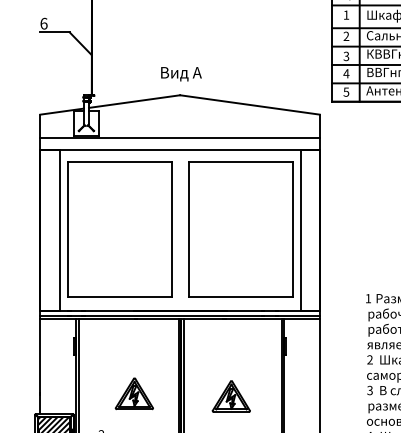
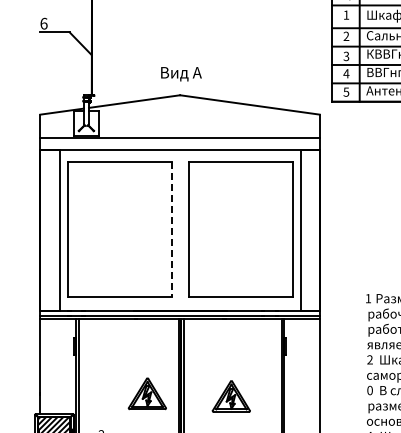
line at (172, 229): solid -> dashed
text at (369, 390): 3 -> 0
part at (133, 393) position: (133, 393) -> (146, 393)
